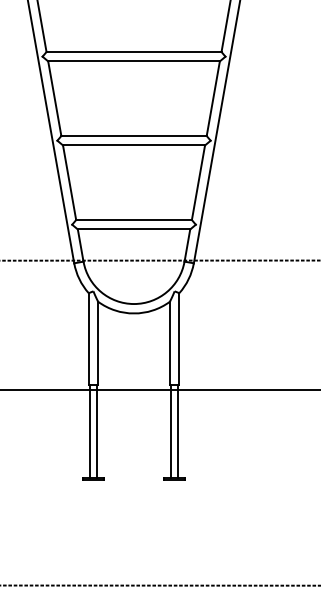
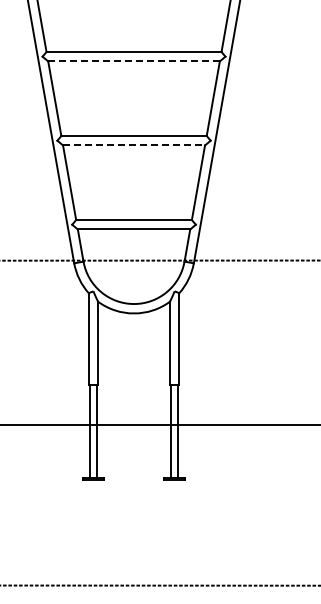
line at (134, 61): solid -> dashed
line at (134, 145): solid -> dashed
line at (159, 389) position: (159, 389) -> (159, 424)
